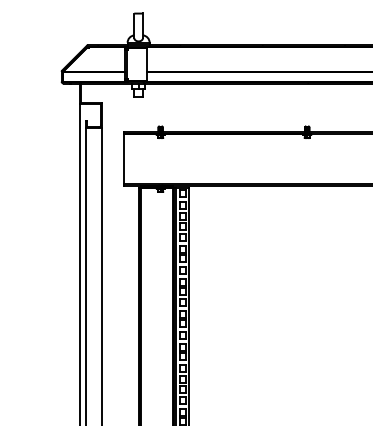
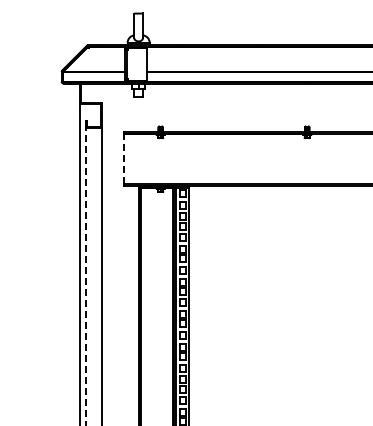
line at (123, 158): solid -> dashed
line at (85, 276): solid -> dashed
